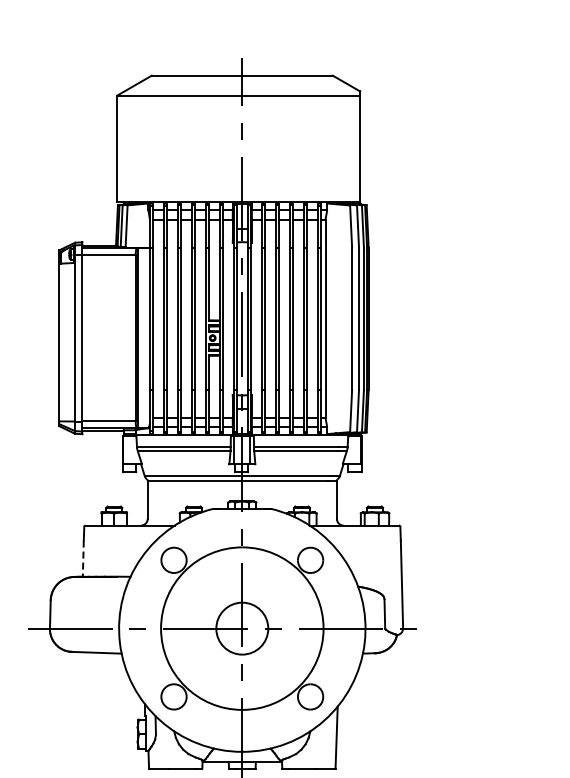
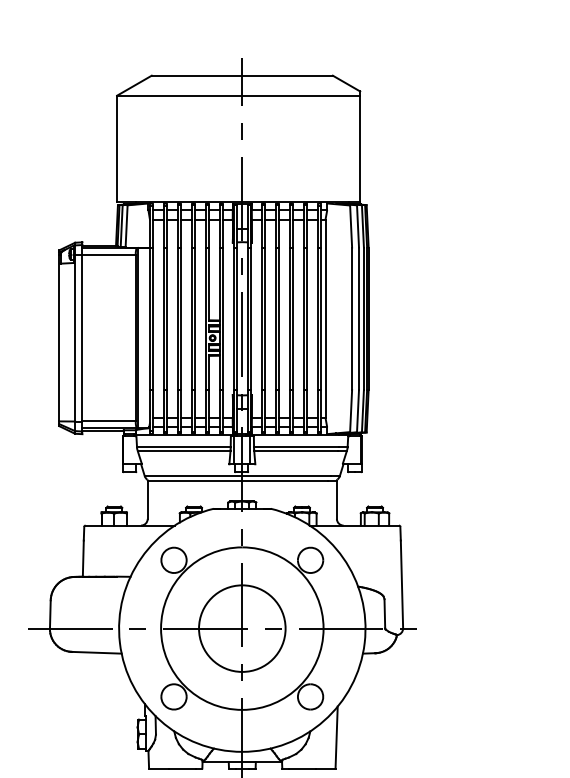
line at (83, 559): dashed -> solid
circle at (242, 628) diameter: 52 px -> 87 px
